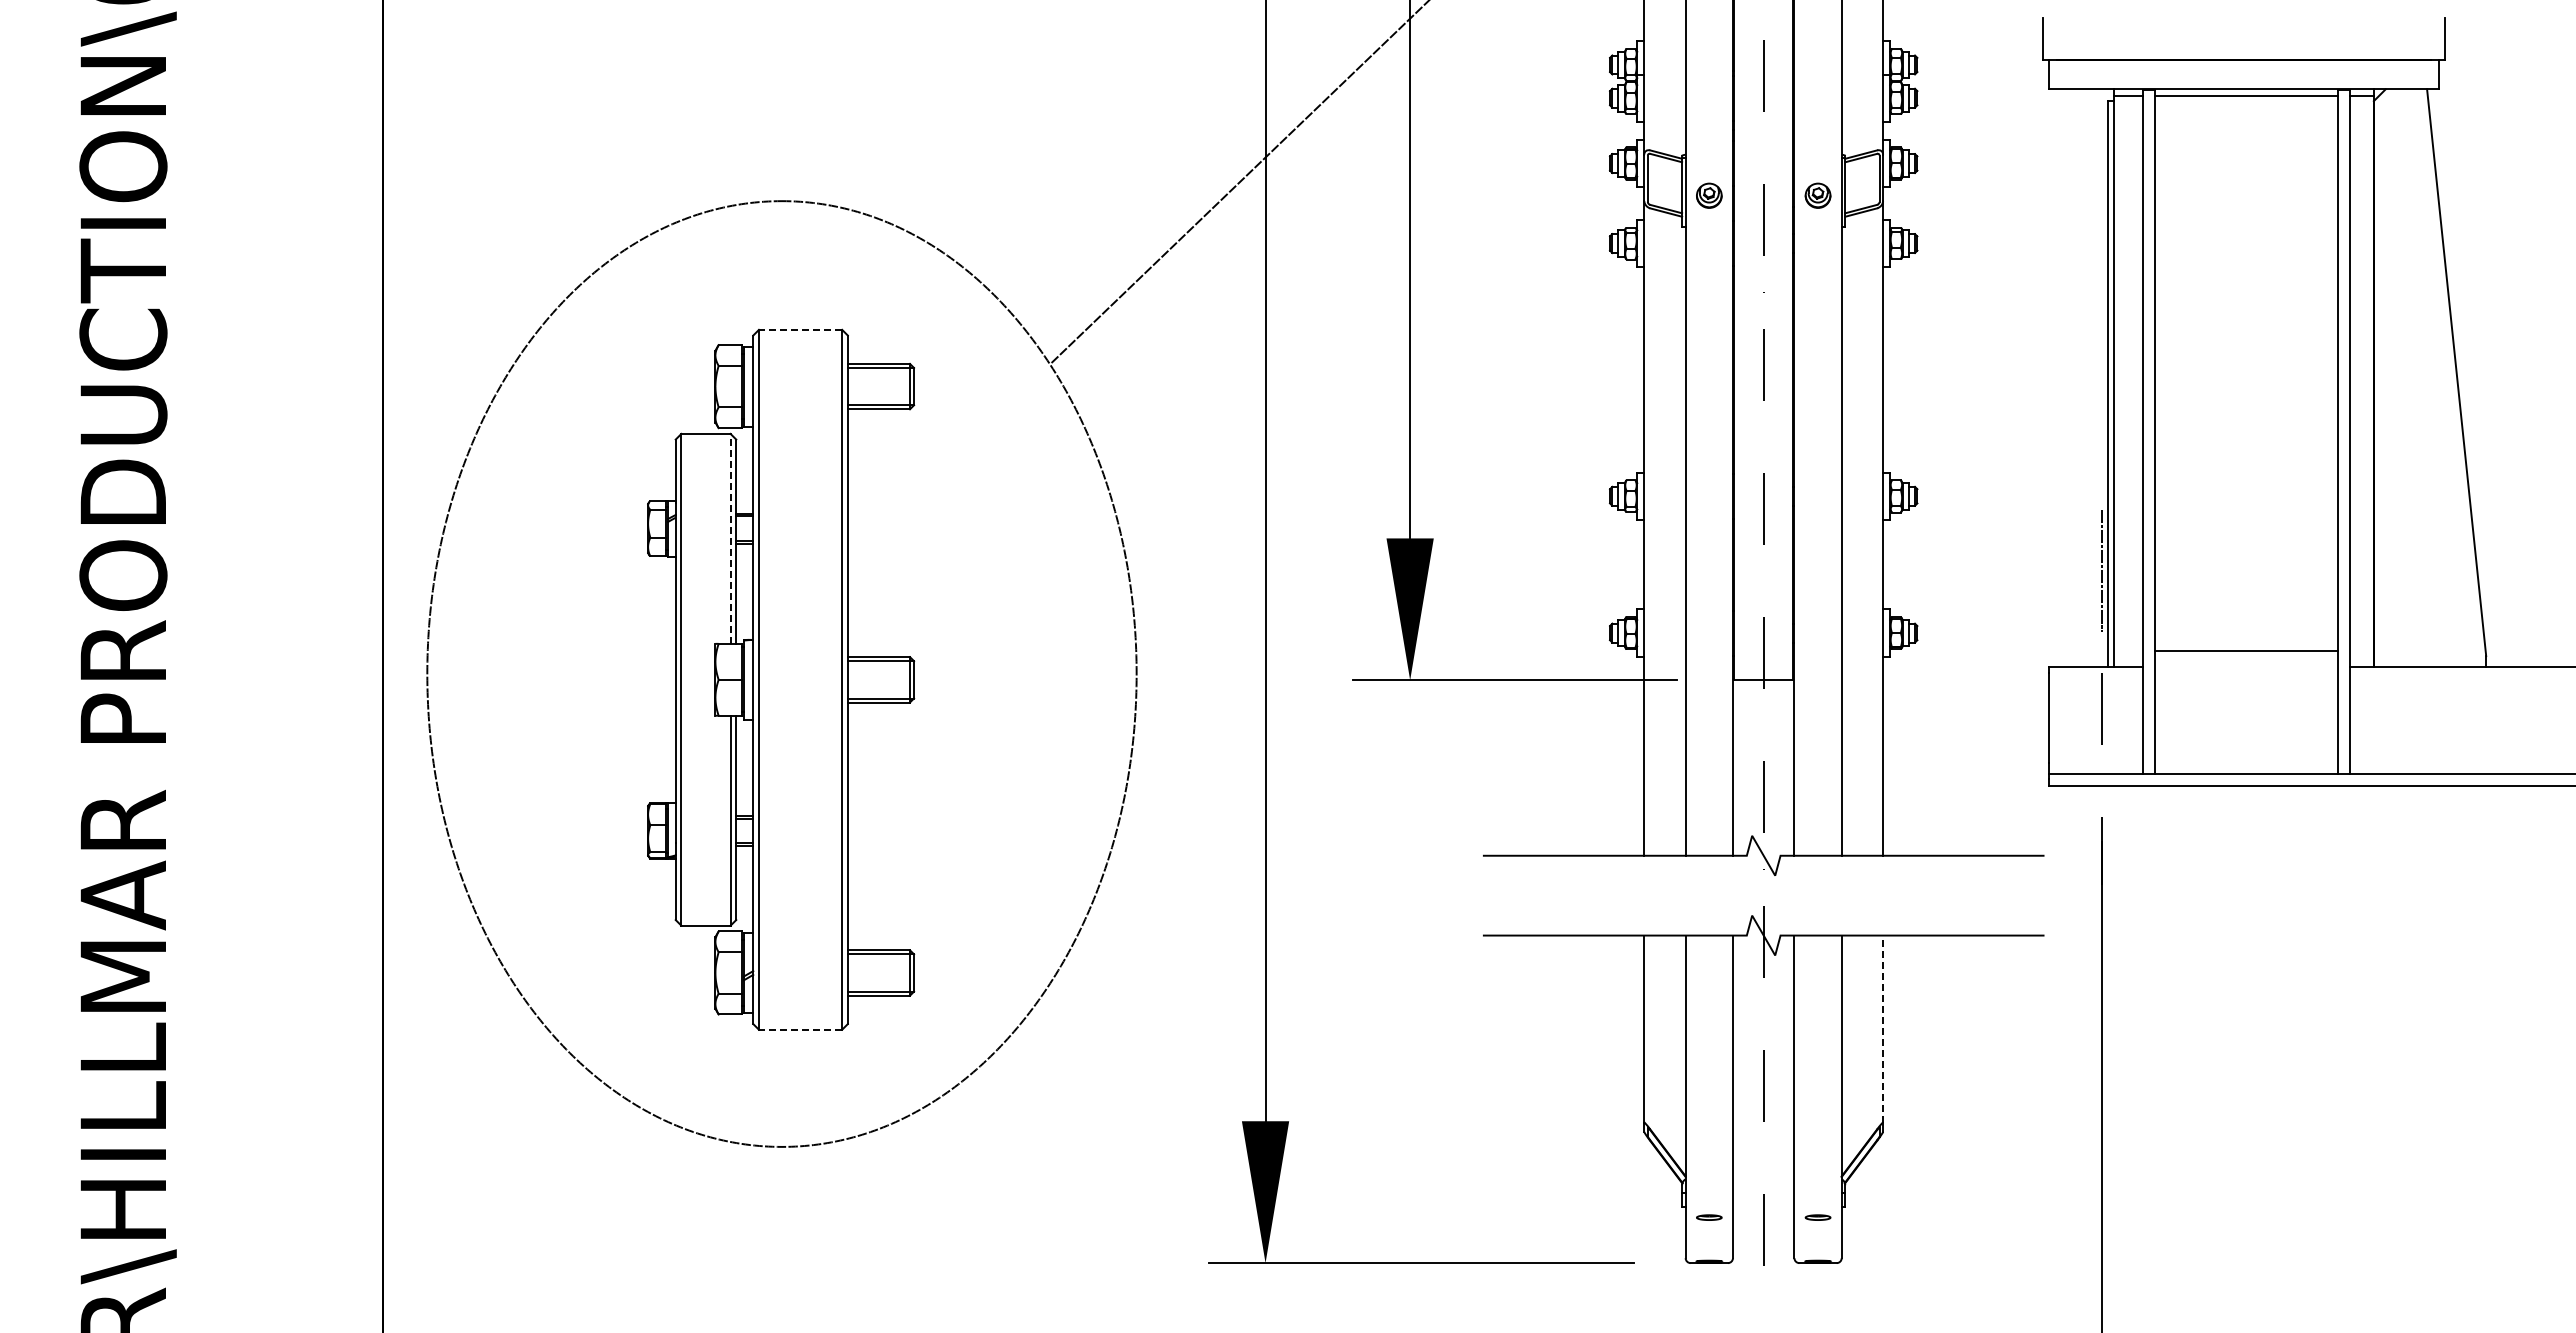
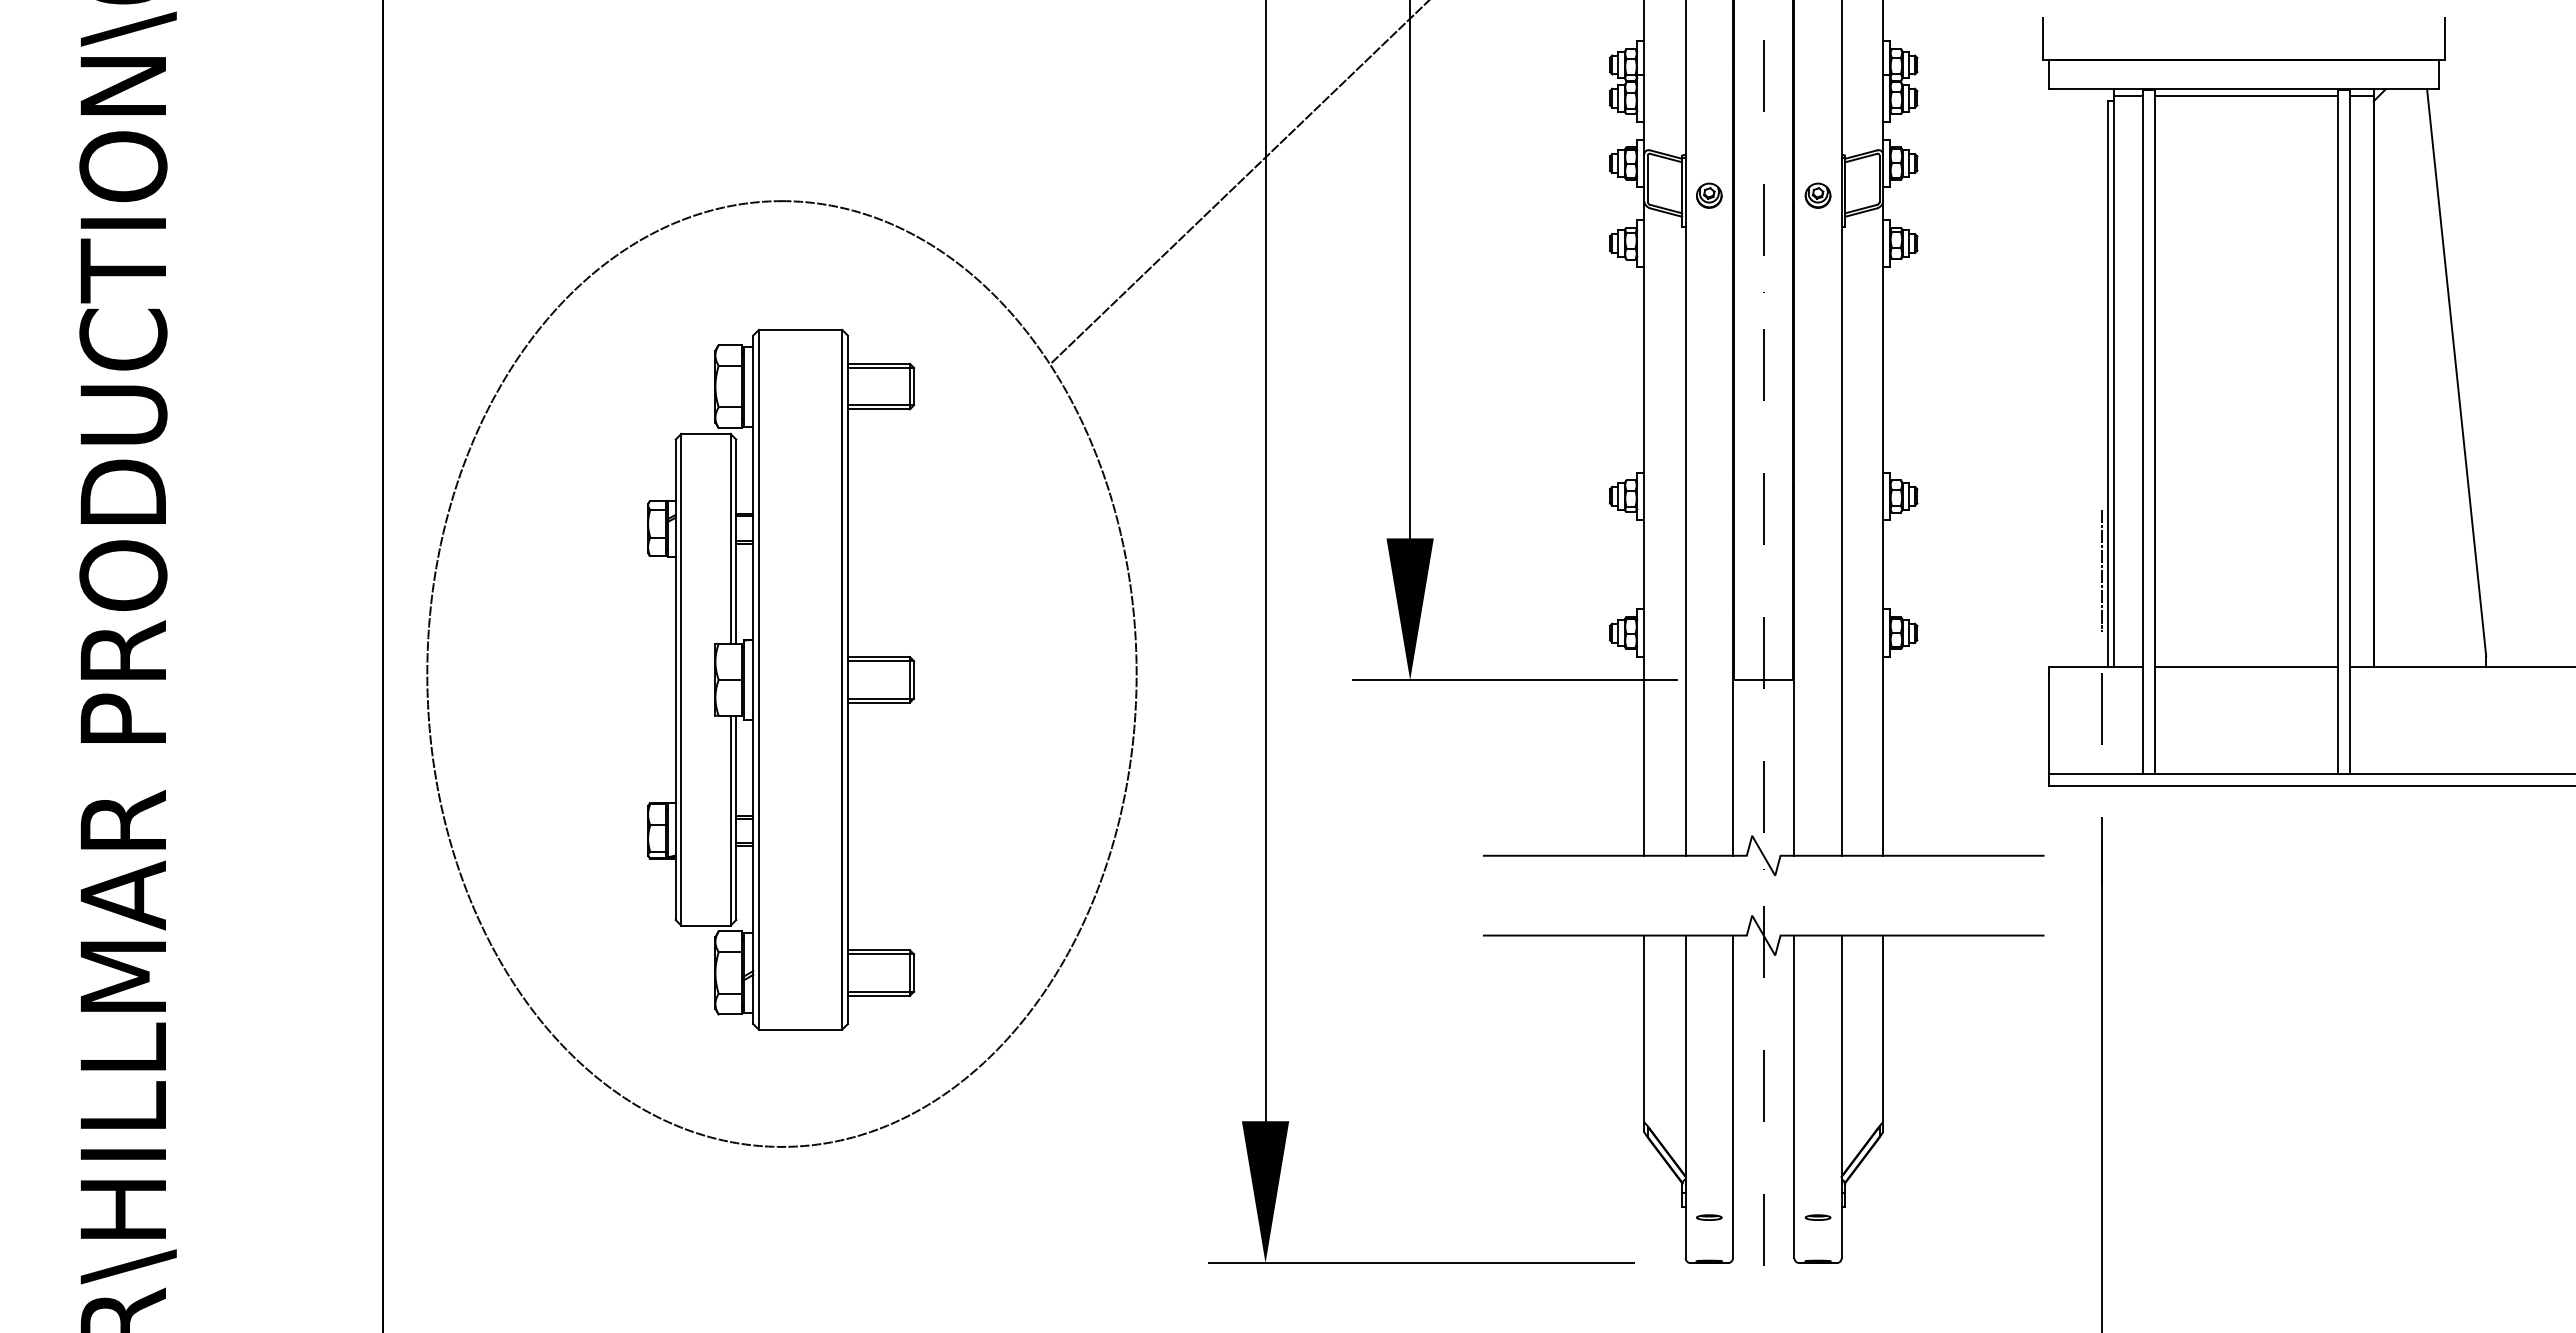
line at (800, 329): dashed -> solid
line at (730, 538): dashed -> solid
line at (2246, 651) position: (2246, 651) -> (2246, 667)
line at (800, 1029): dashed -> solid
line at (1883, 1029): dashed -> solid
